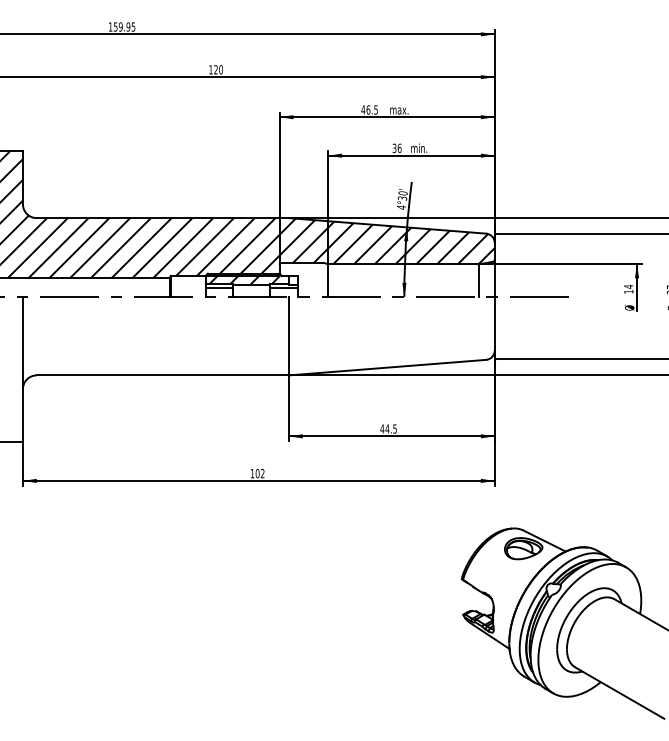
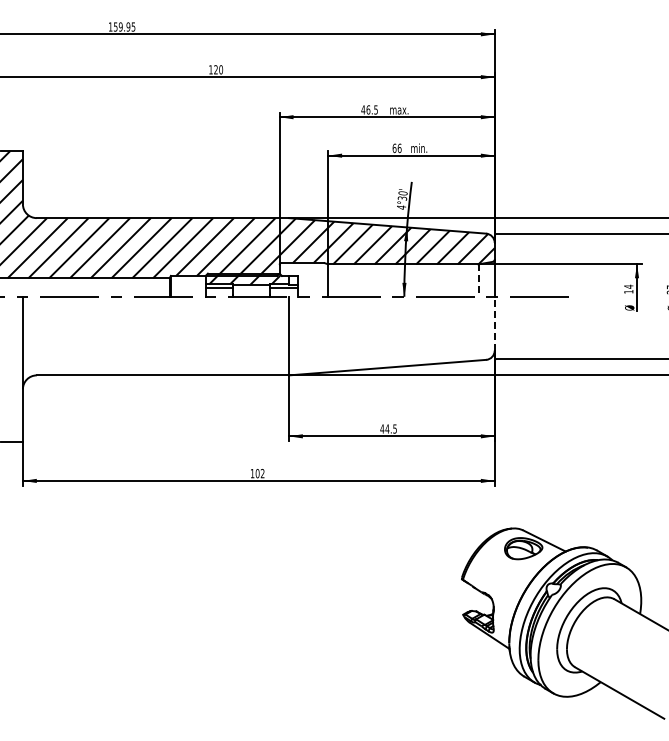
text at (394, 147): 36 -> 66
line at (478, 281): solid -> dashed
line at (494, 323): solid -> dashed
